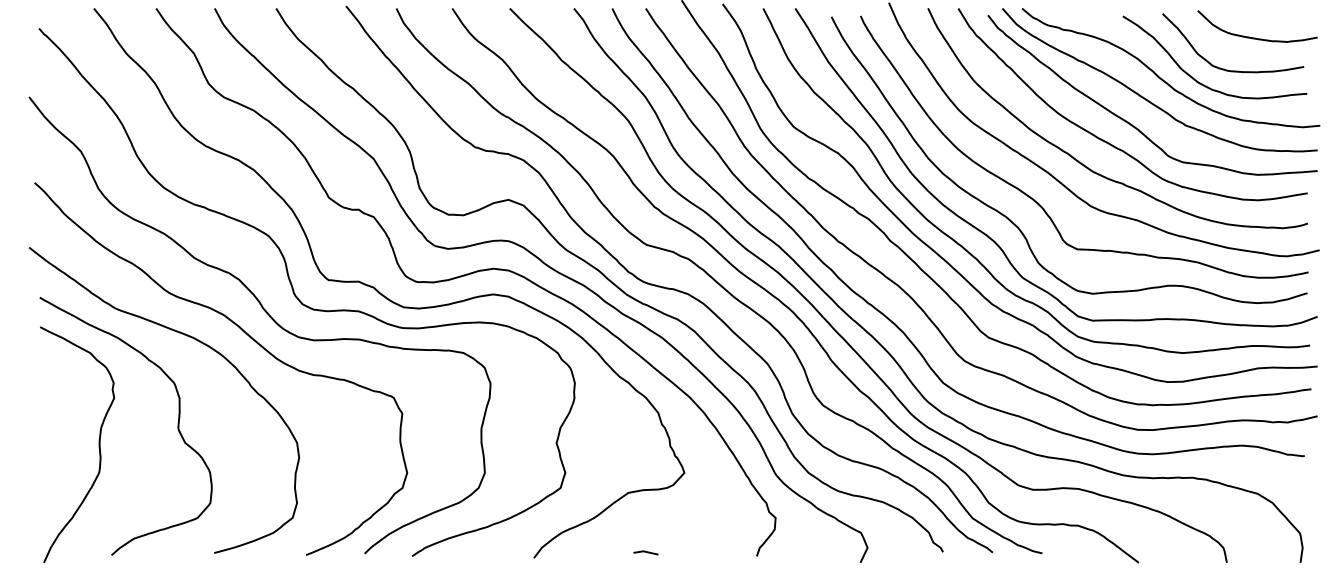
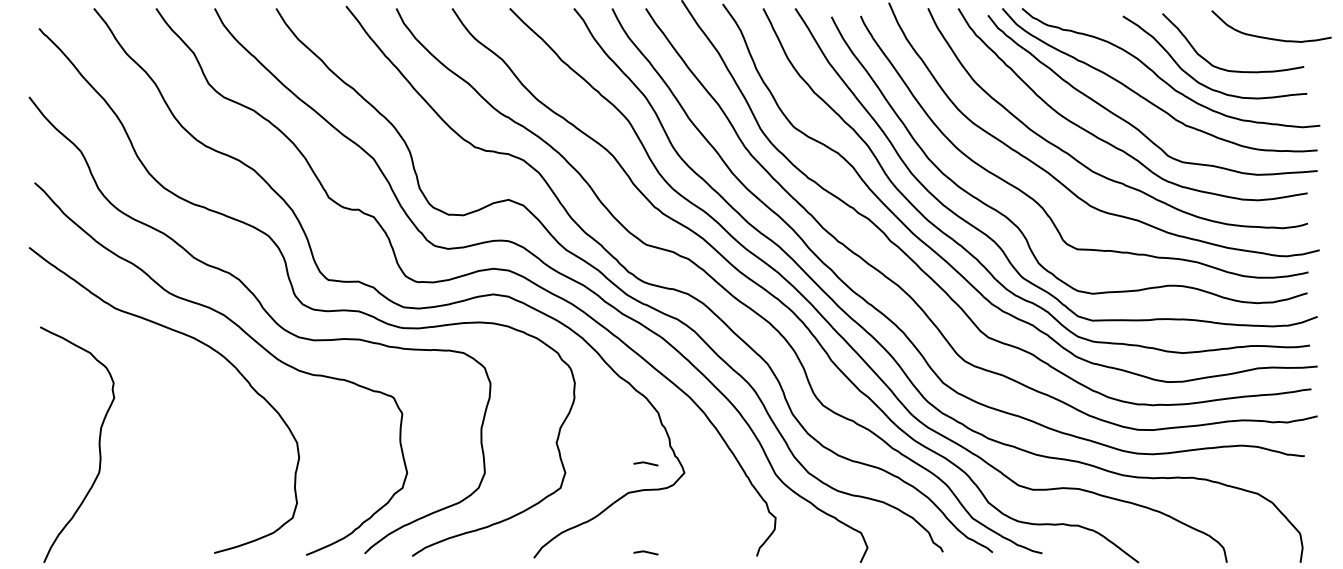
curve at (1255, 37) position: (1255, 37) -> (1269, 37)
curve at (177, 426): present -> none
line at (645, 463): none -> present
